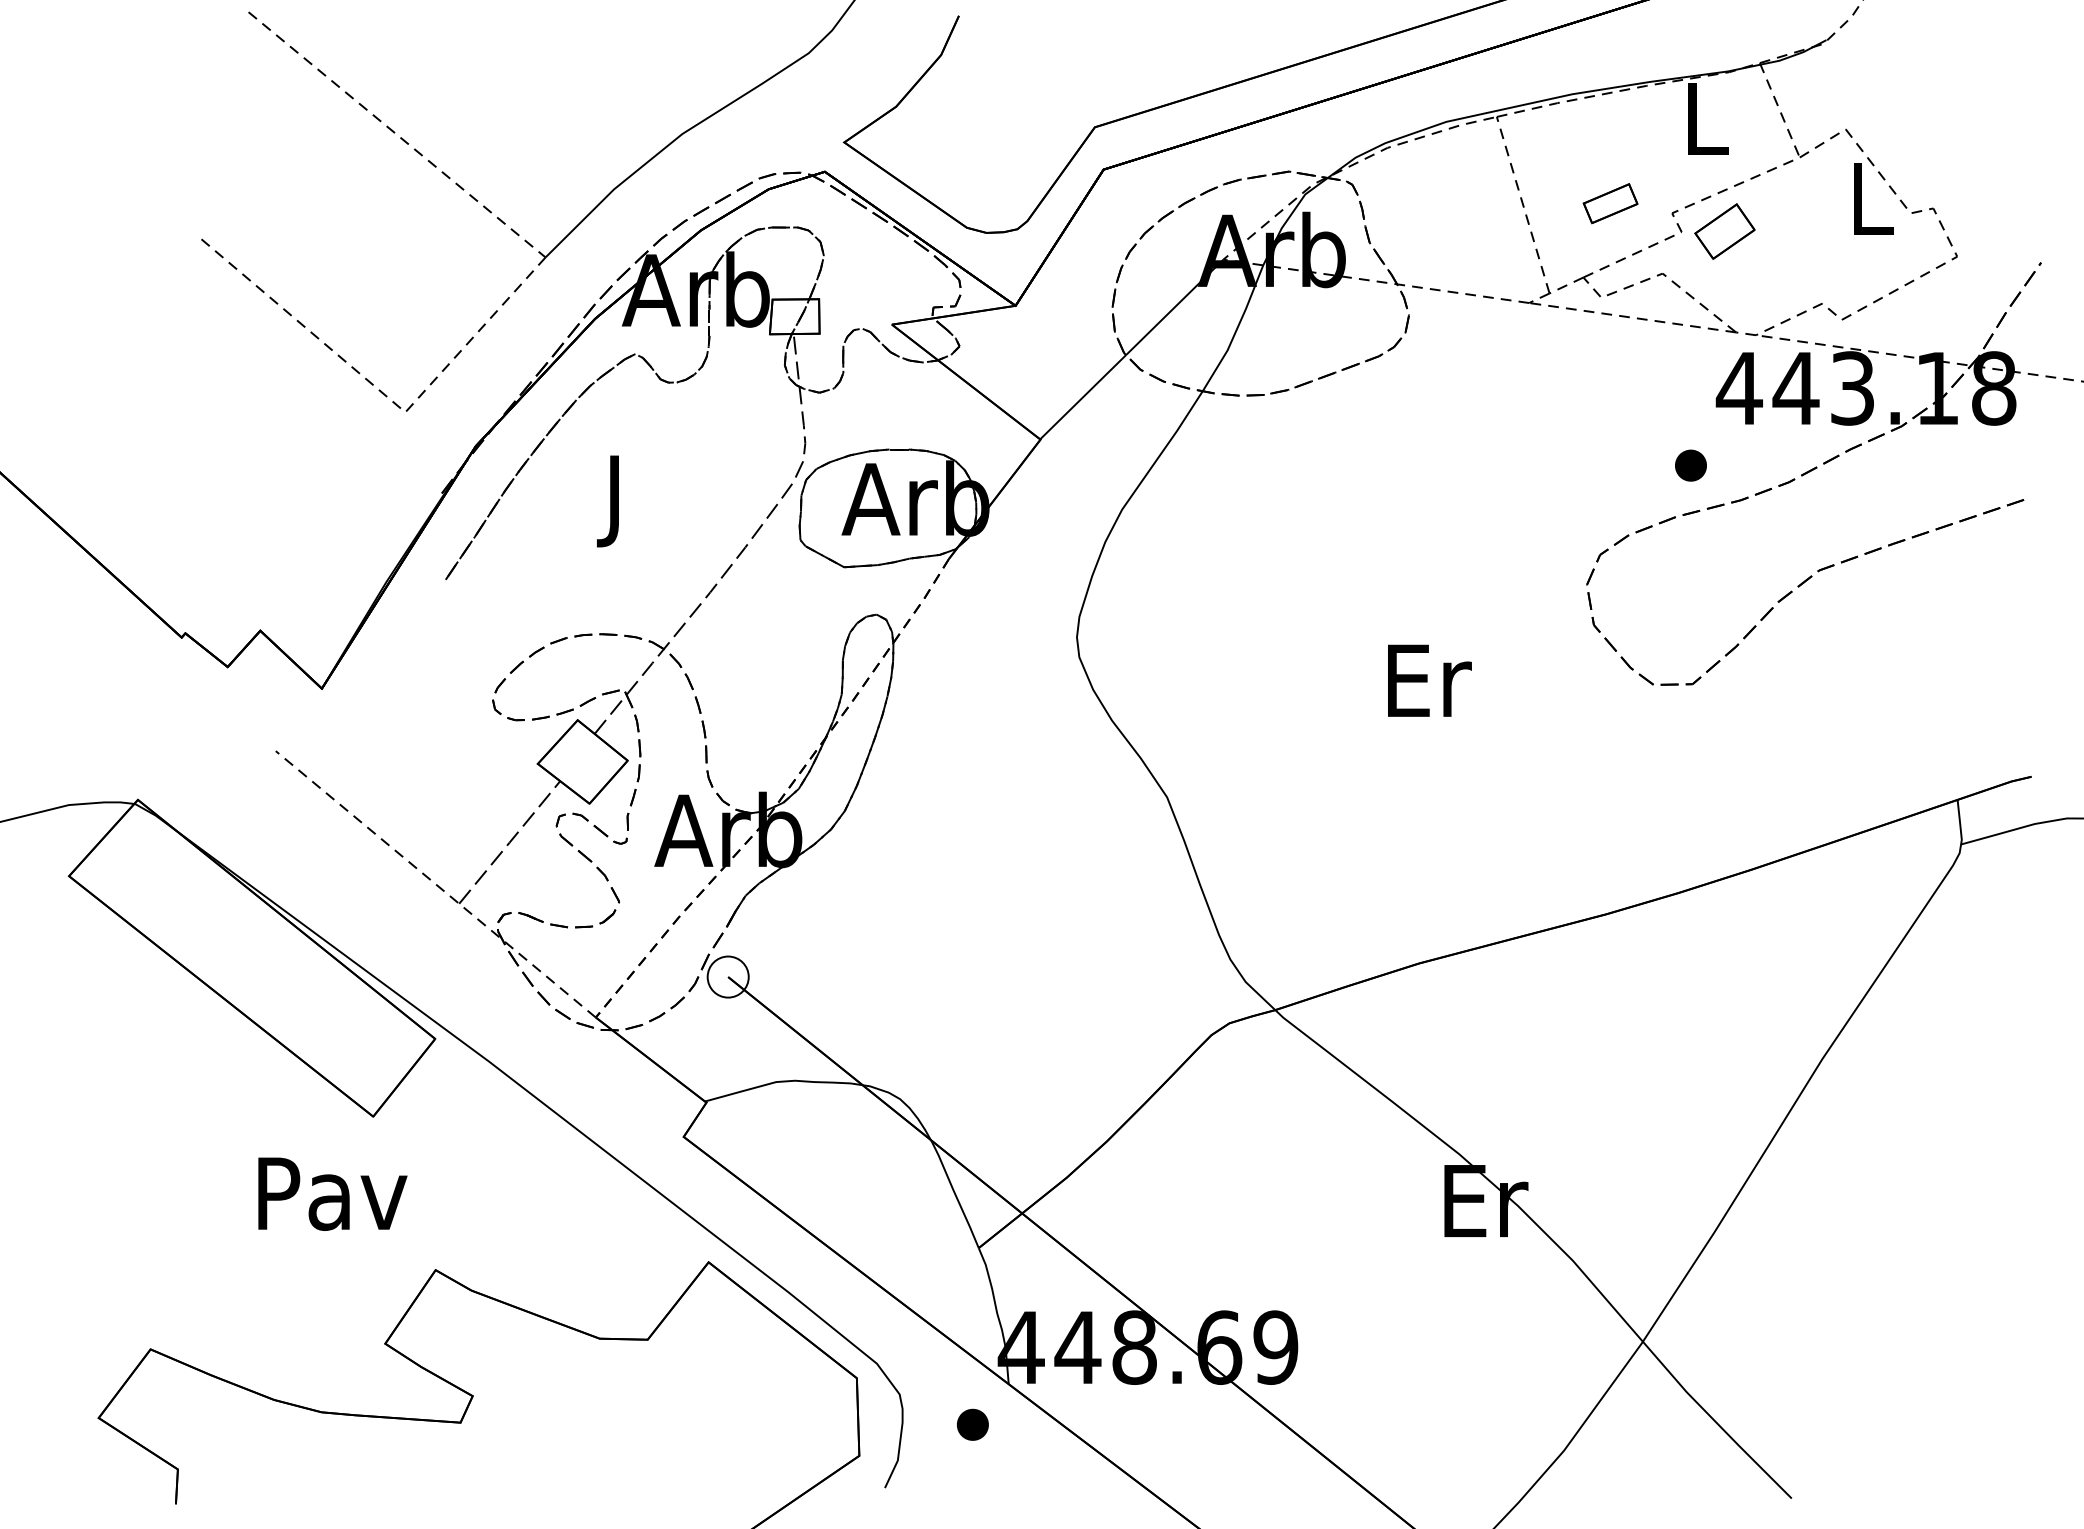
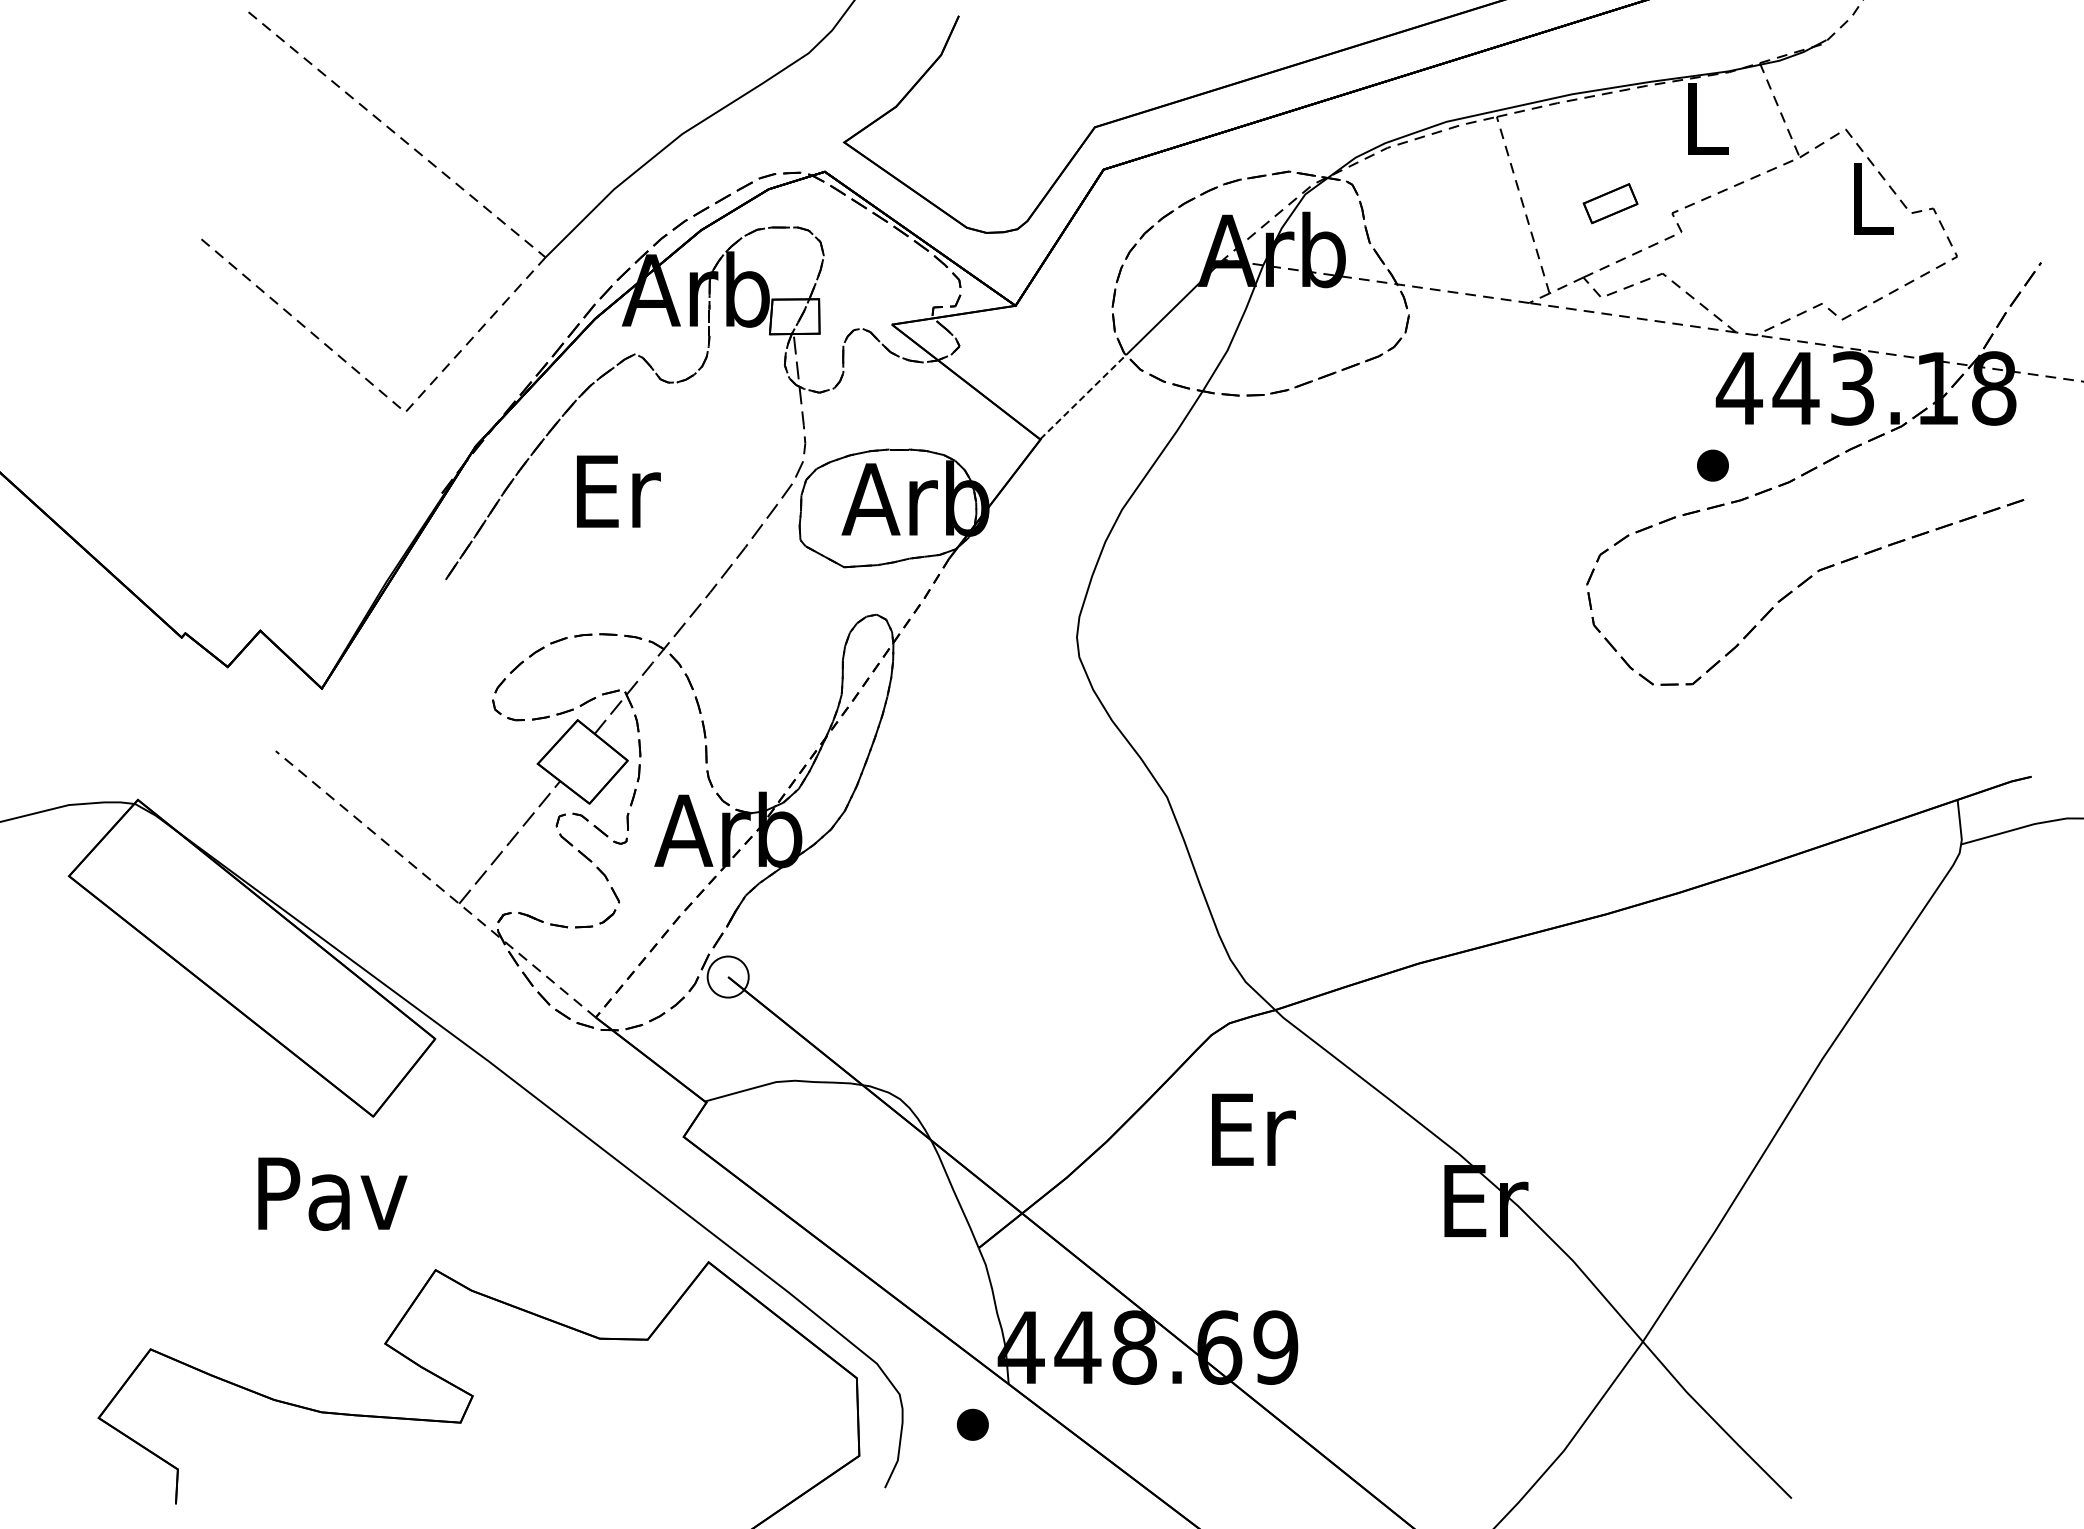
part at (1724, 231): present -> none
line at (1083, 396): solid -> dashed
part at (1690, 465) position: (1690, 465) -> (1712, 465)
text at (618, 501): J -> Er
text at (1429, 680) position: (1429, 680) -> (1253, 1129)
